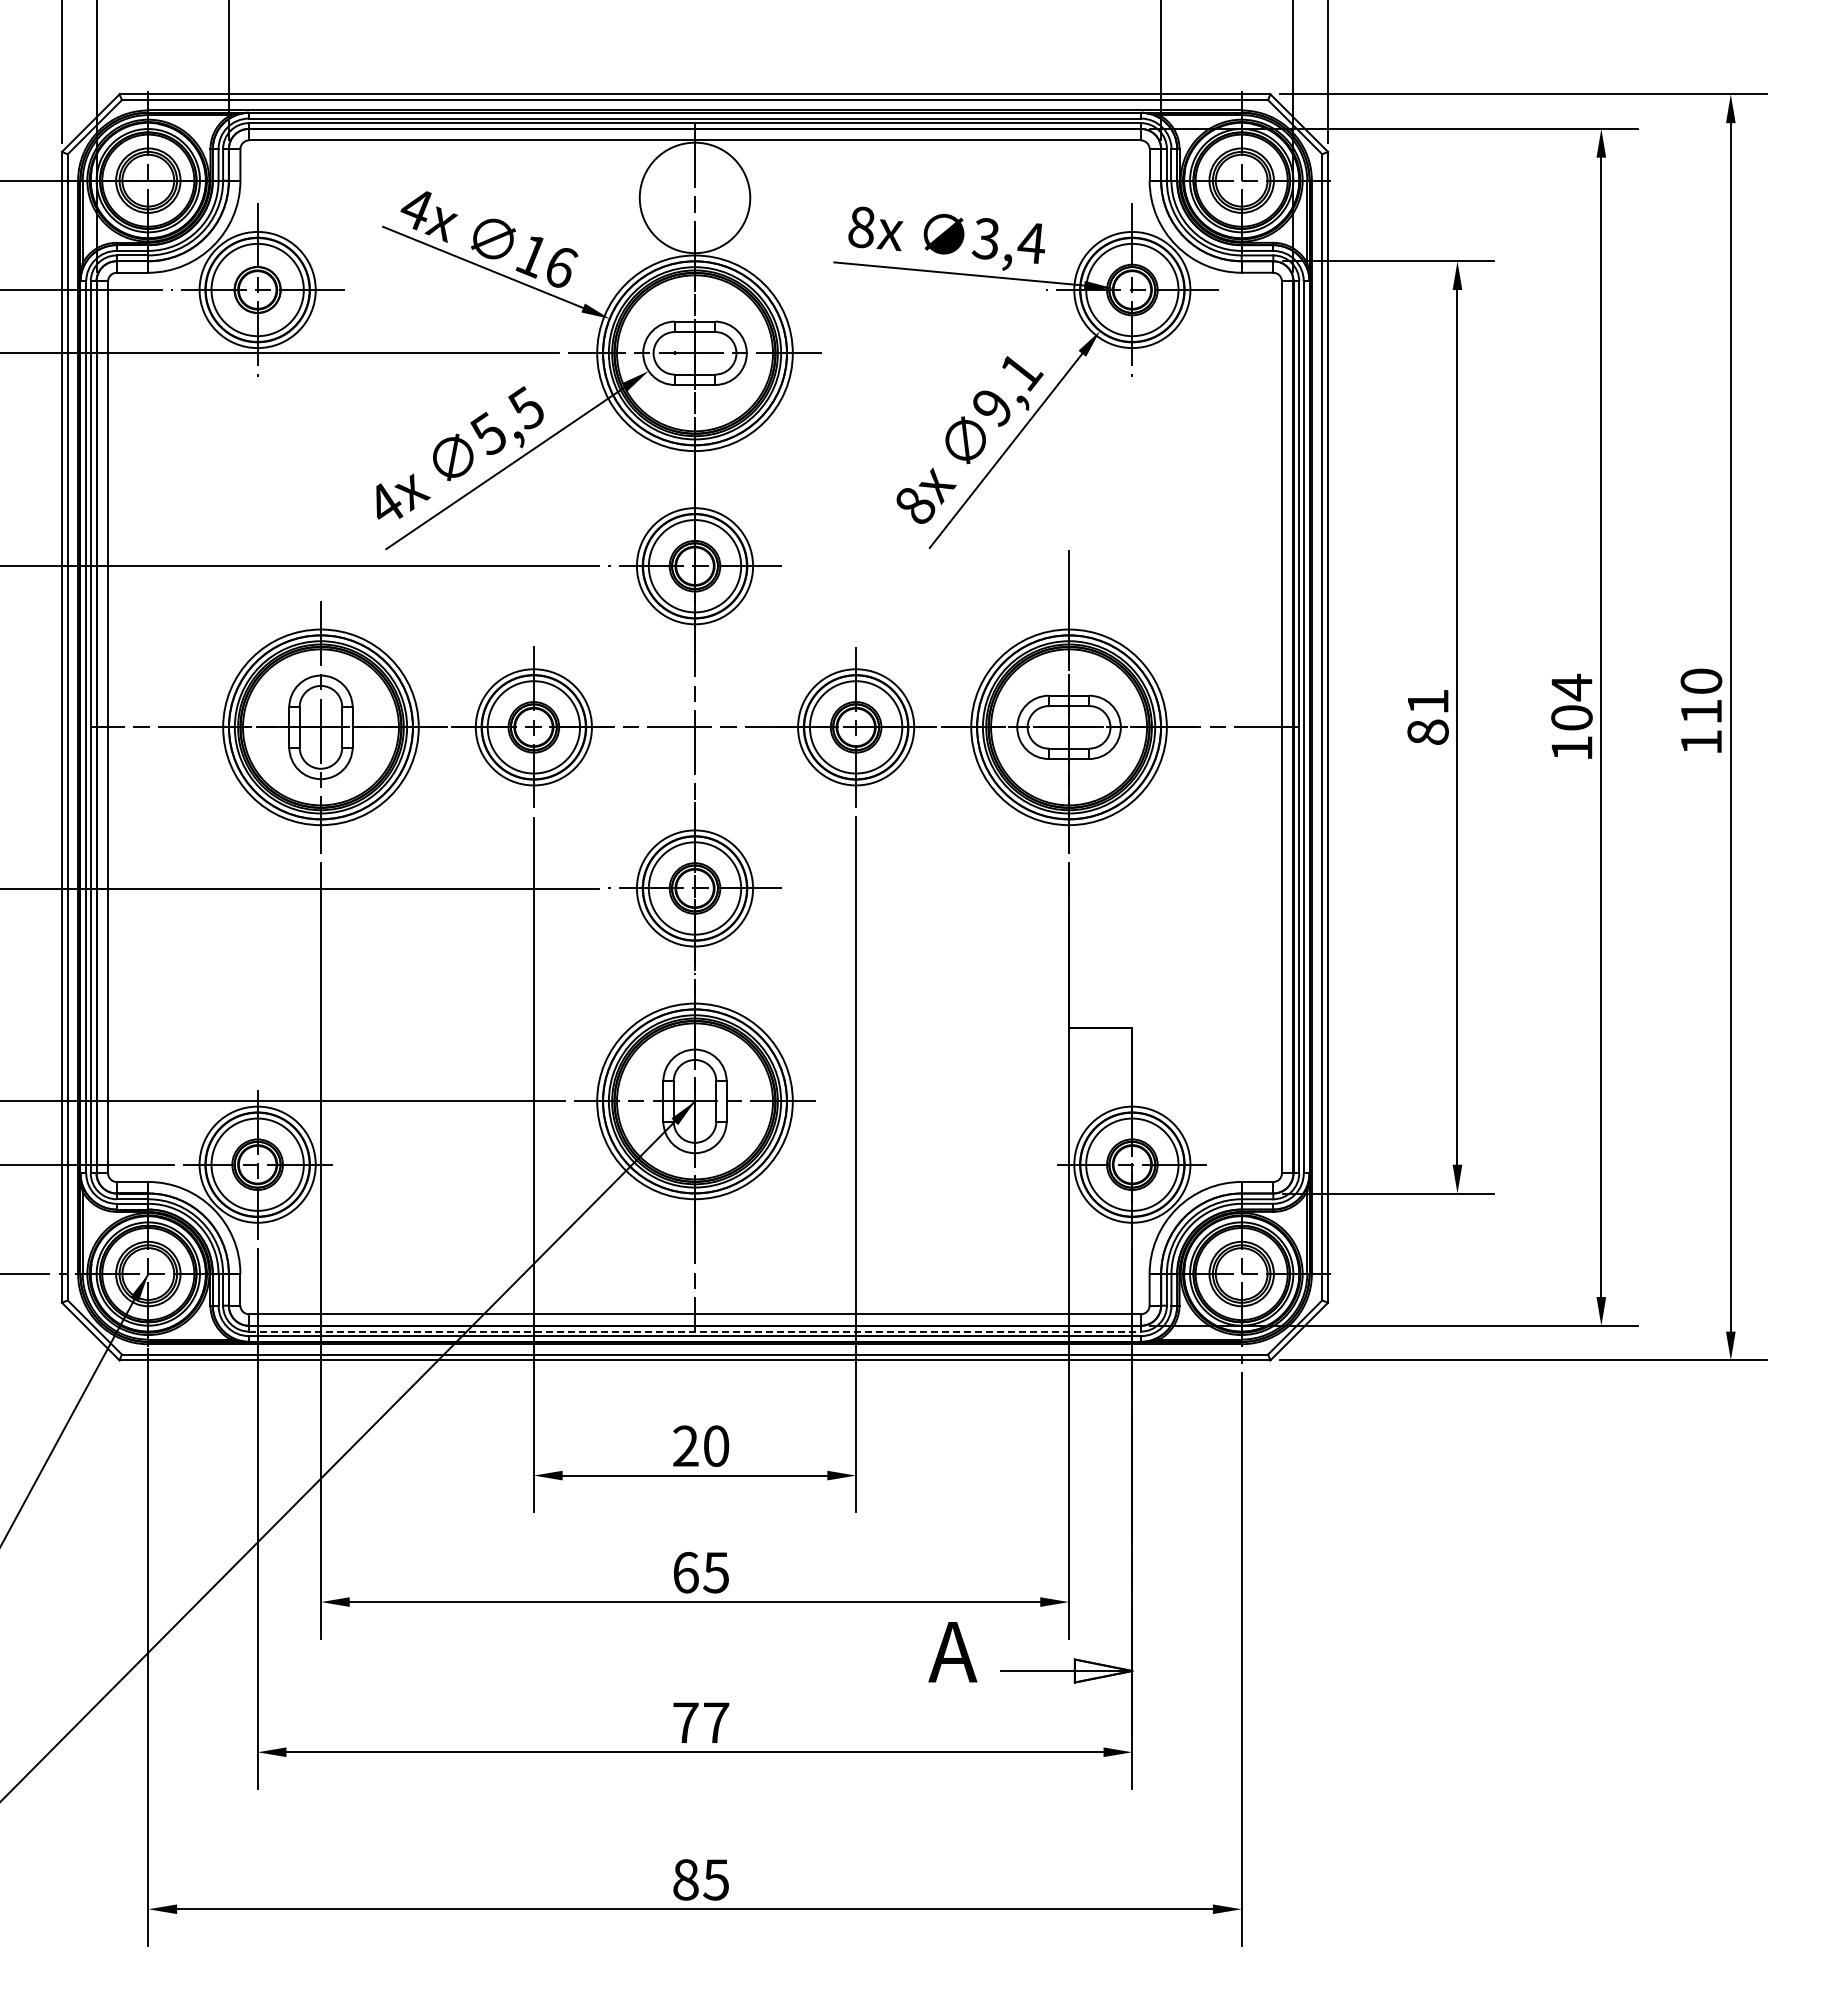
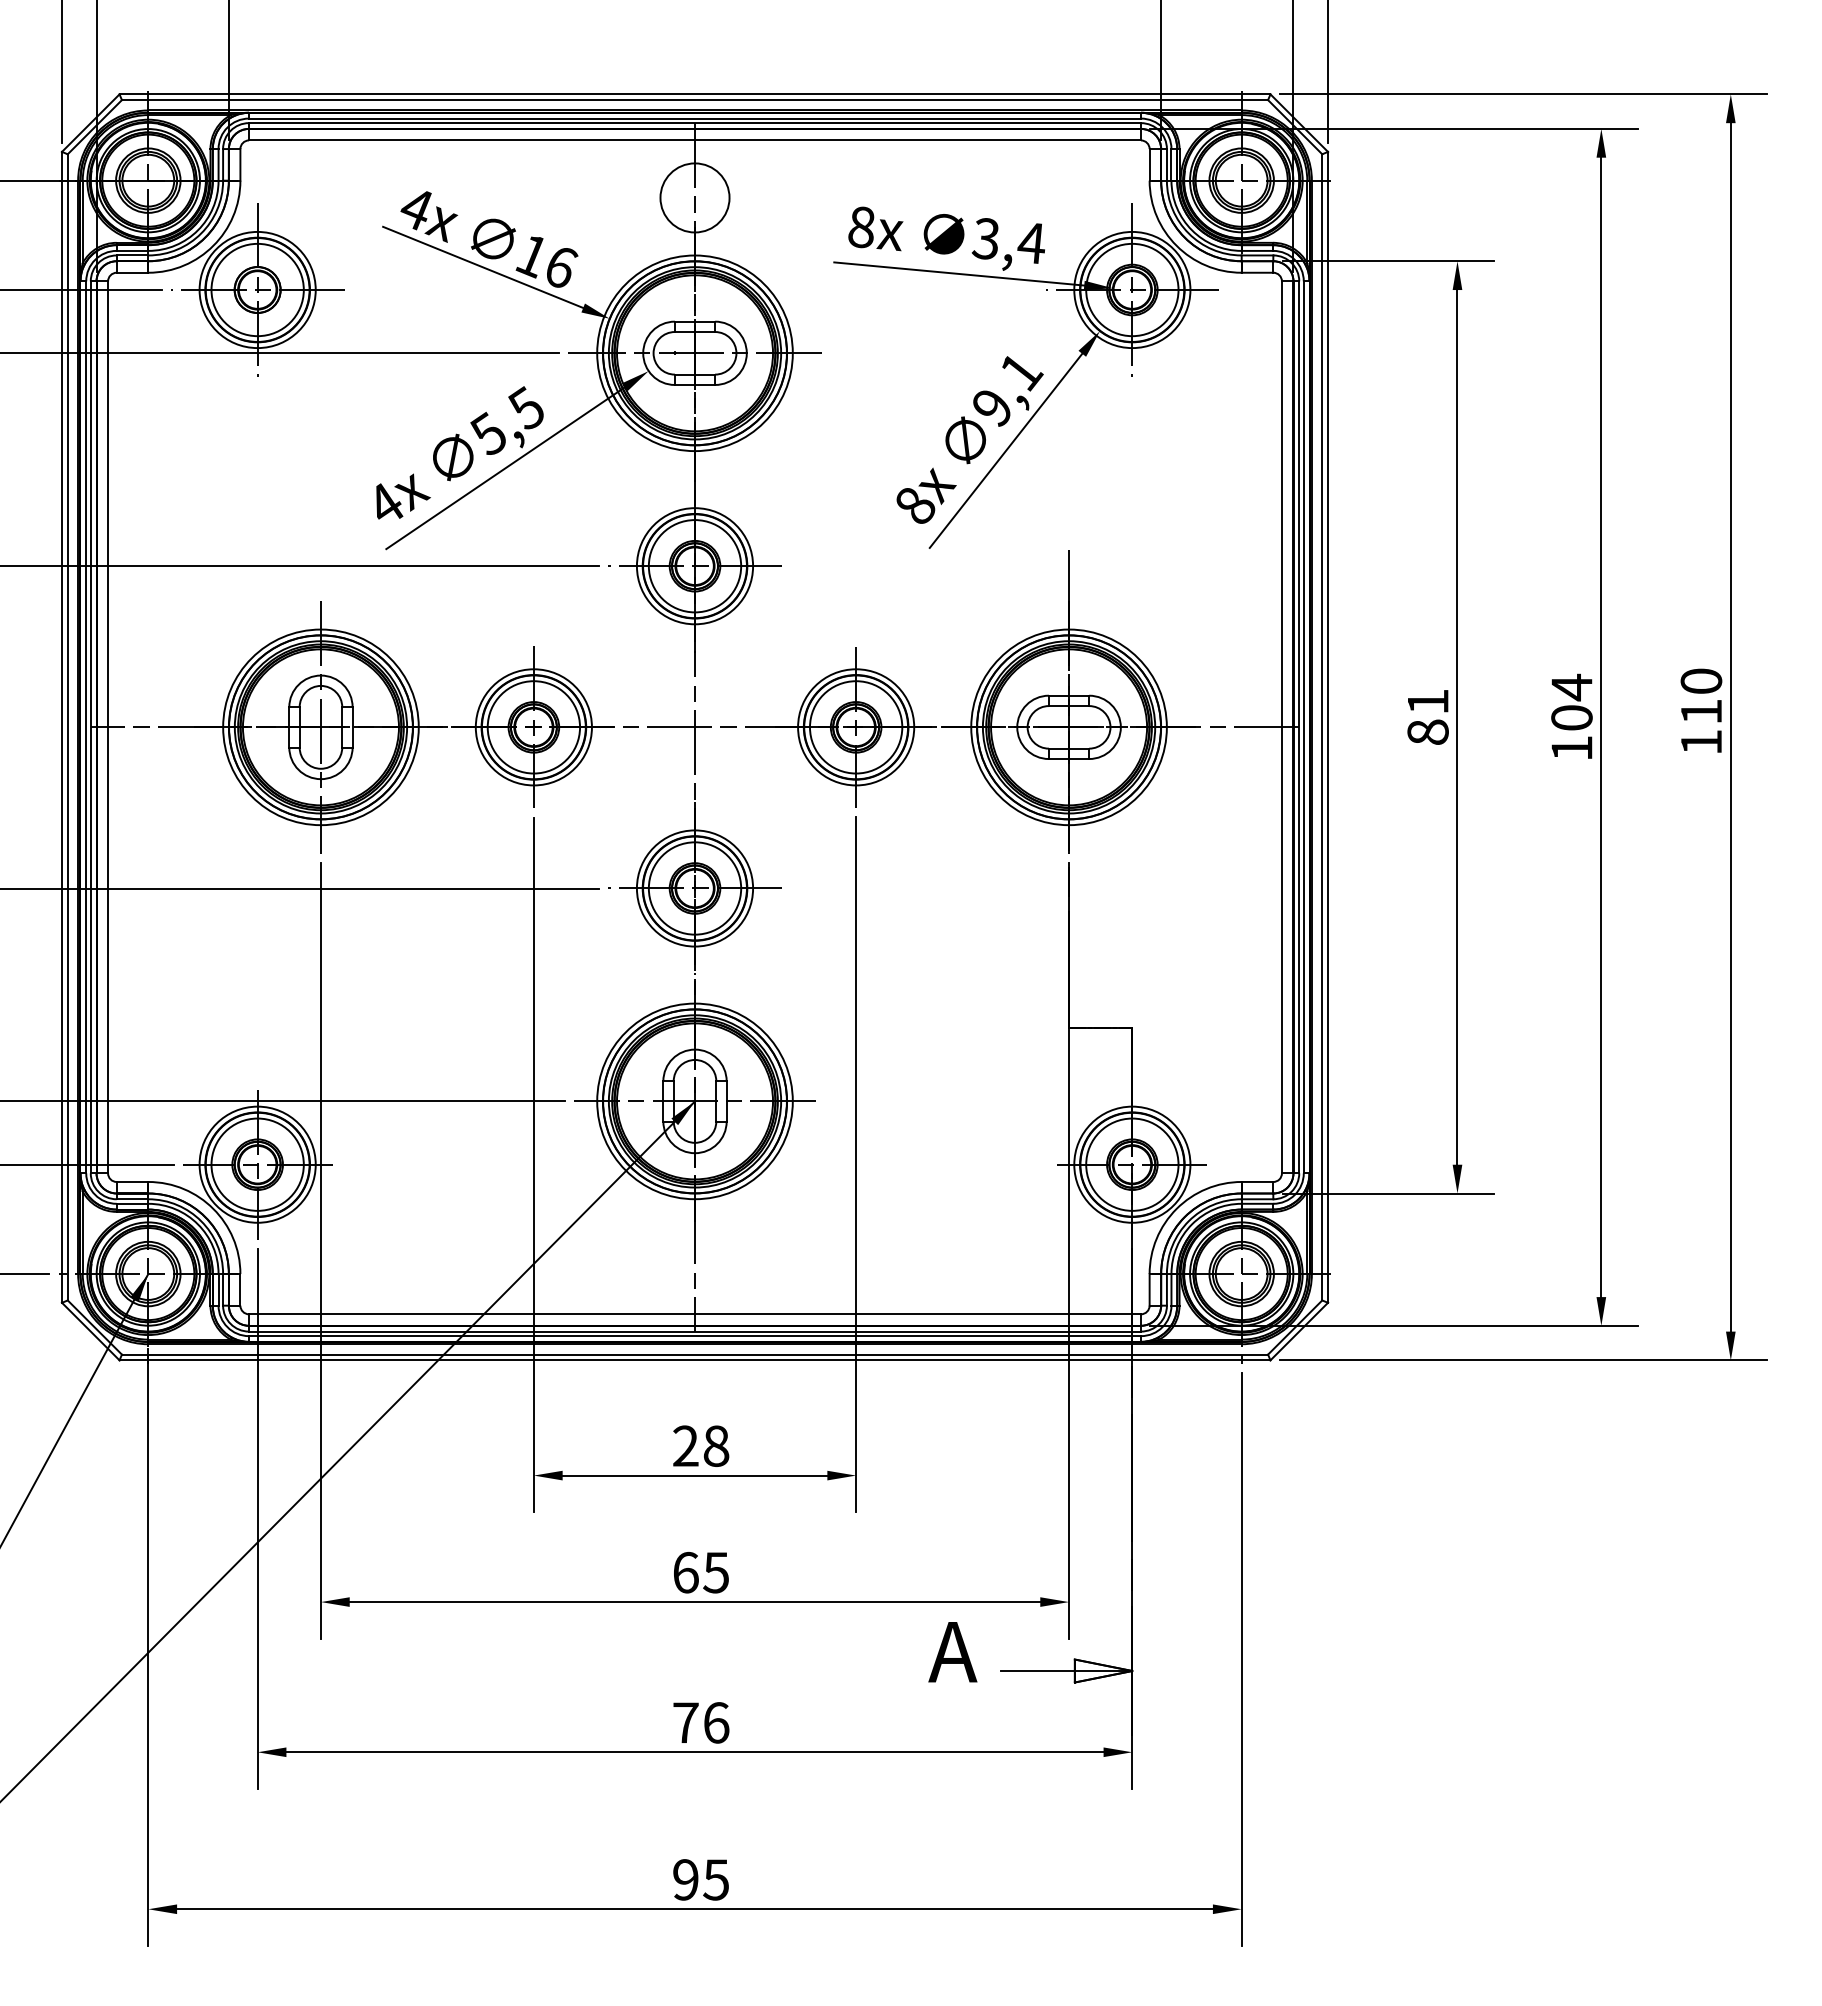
circle at (694, 197) diameter: 110 px -> 69 px
line at (695, 1331): dashed -> solid
text at (716, 1445): 20 -> 28
text at (716, 1722): 77 -> 76
text at (685, 1879): 85 -> 95
